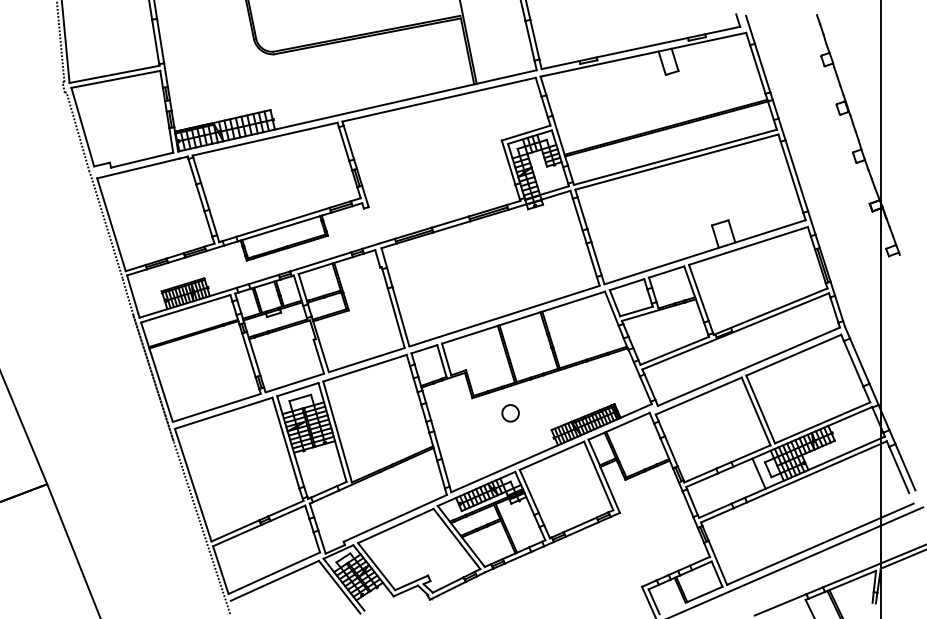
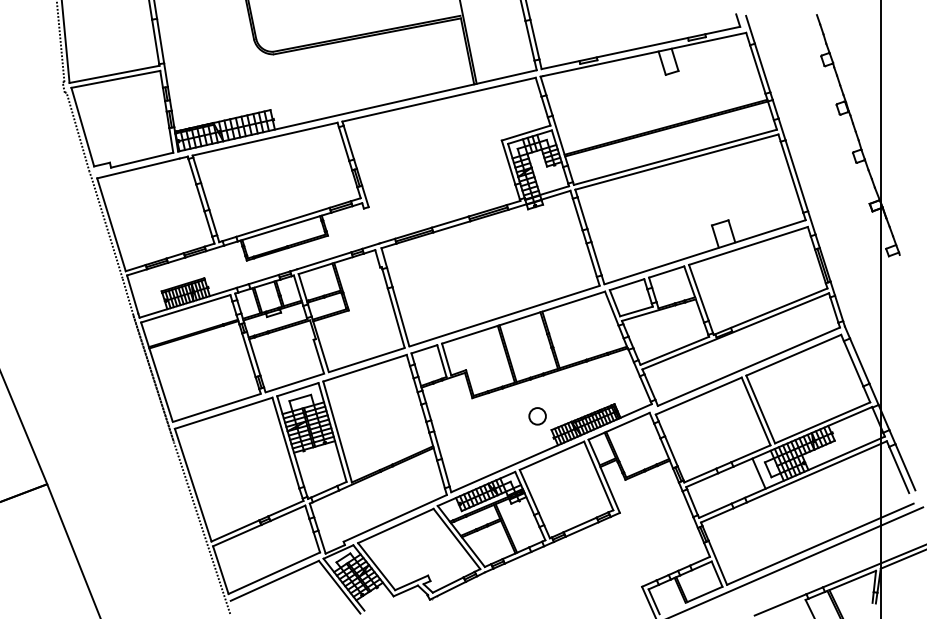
circle at (510, 413) position: (510, 413) -> (537, 416)
